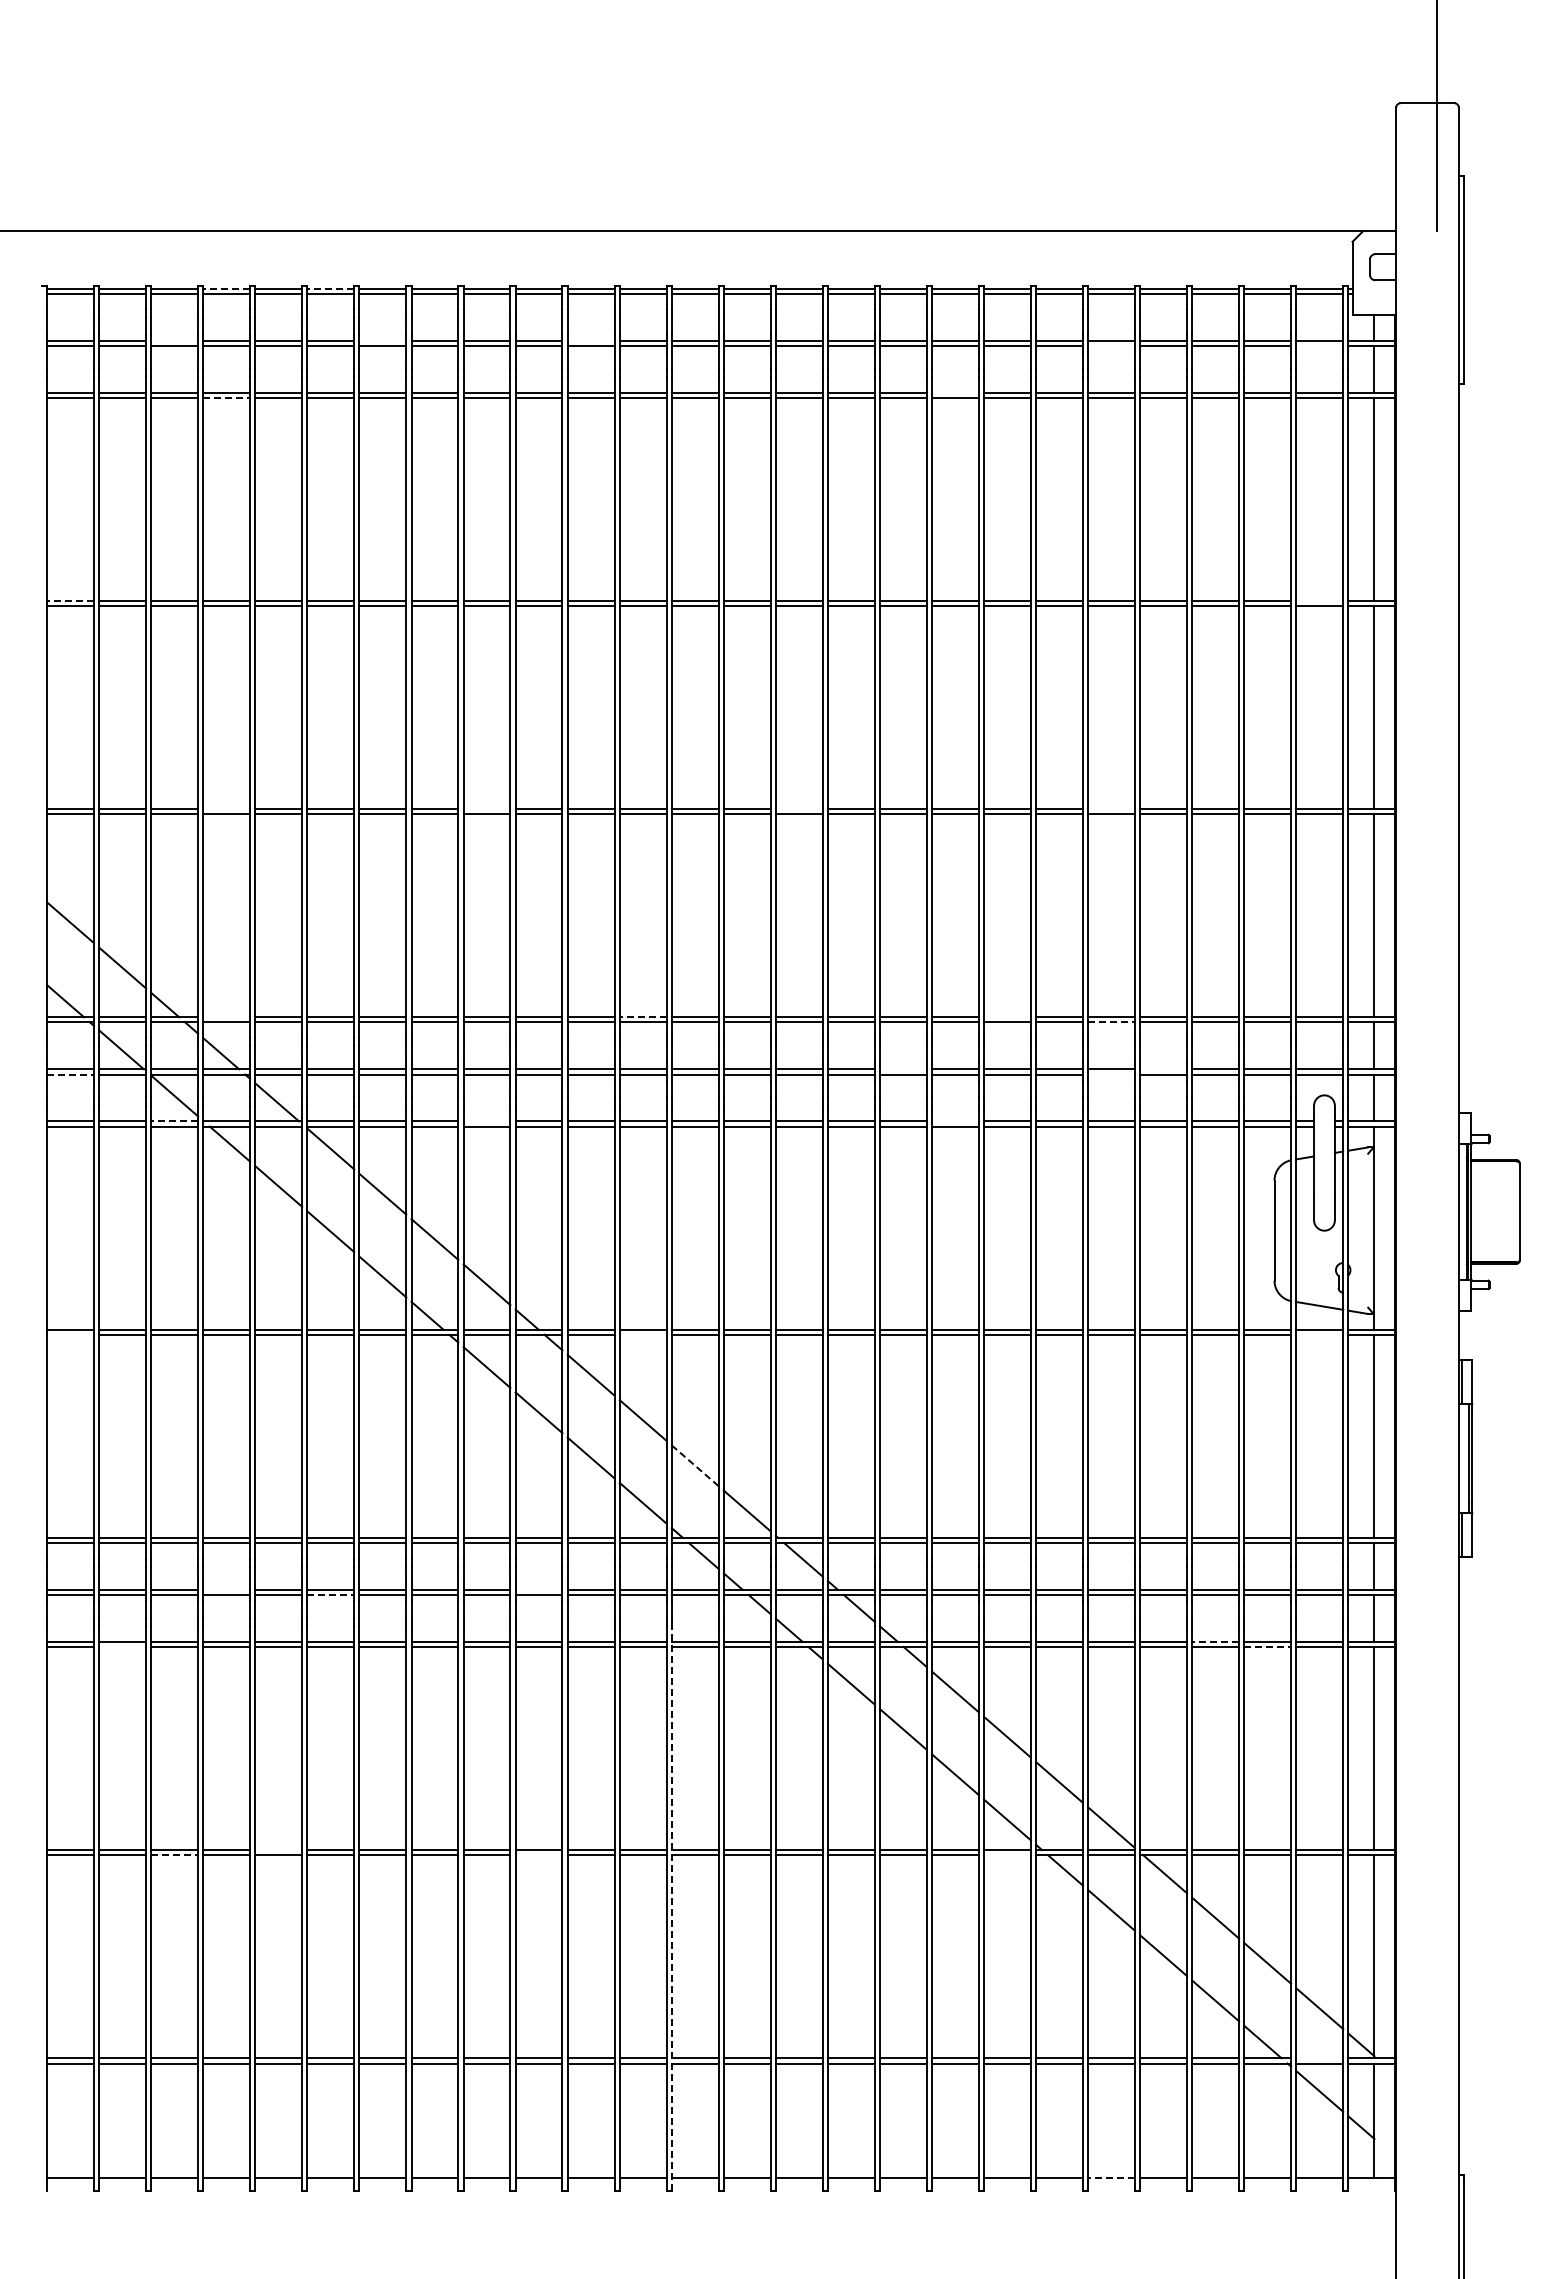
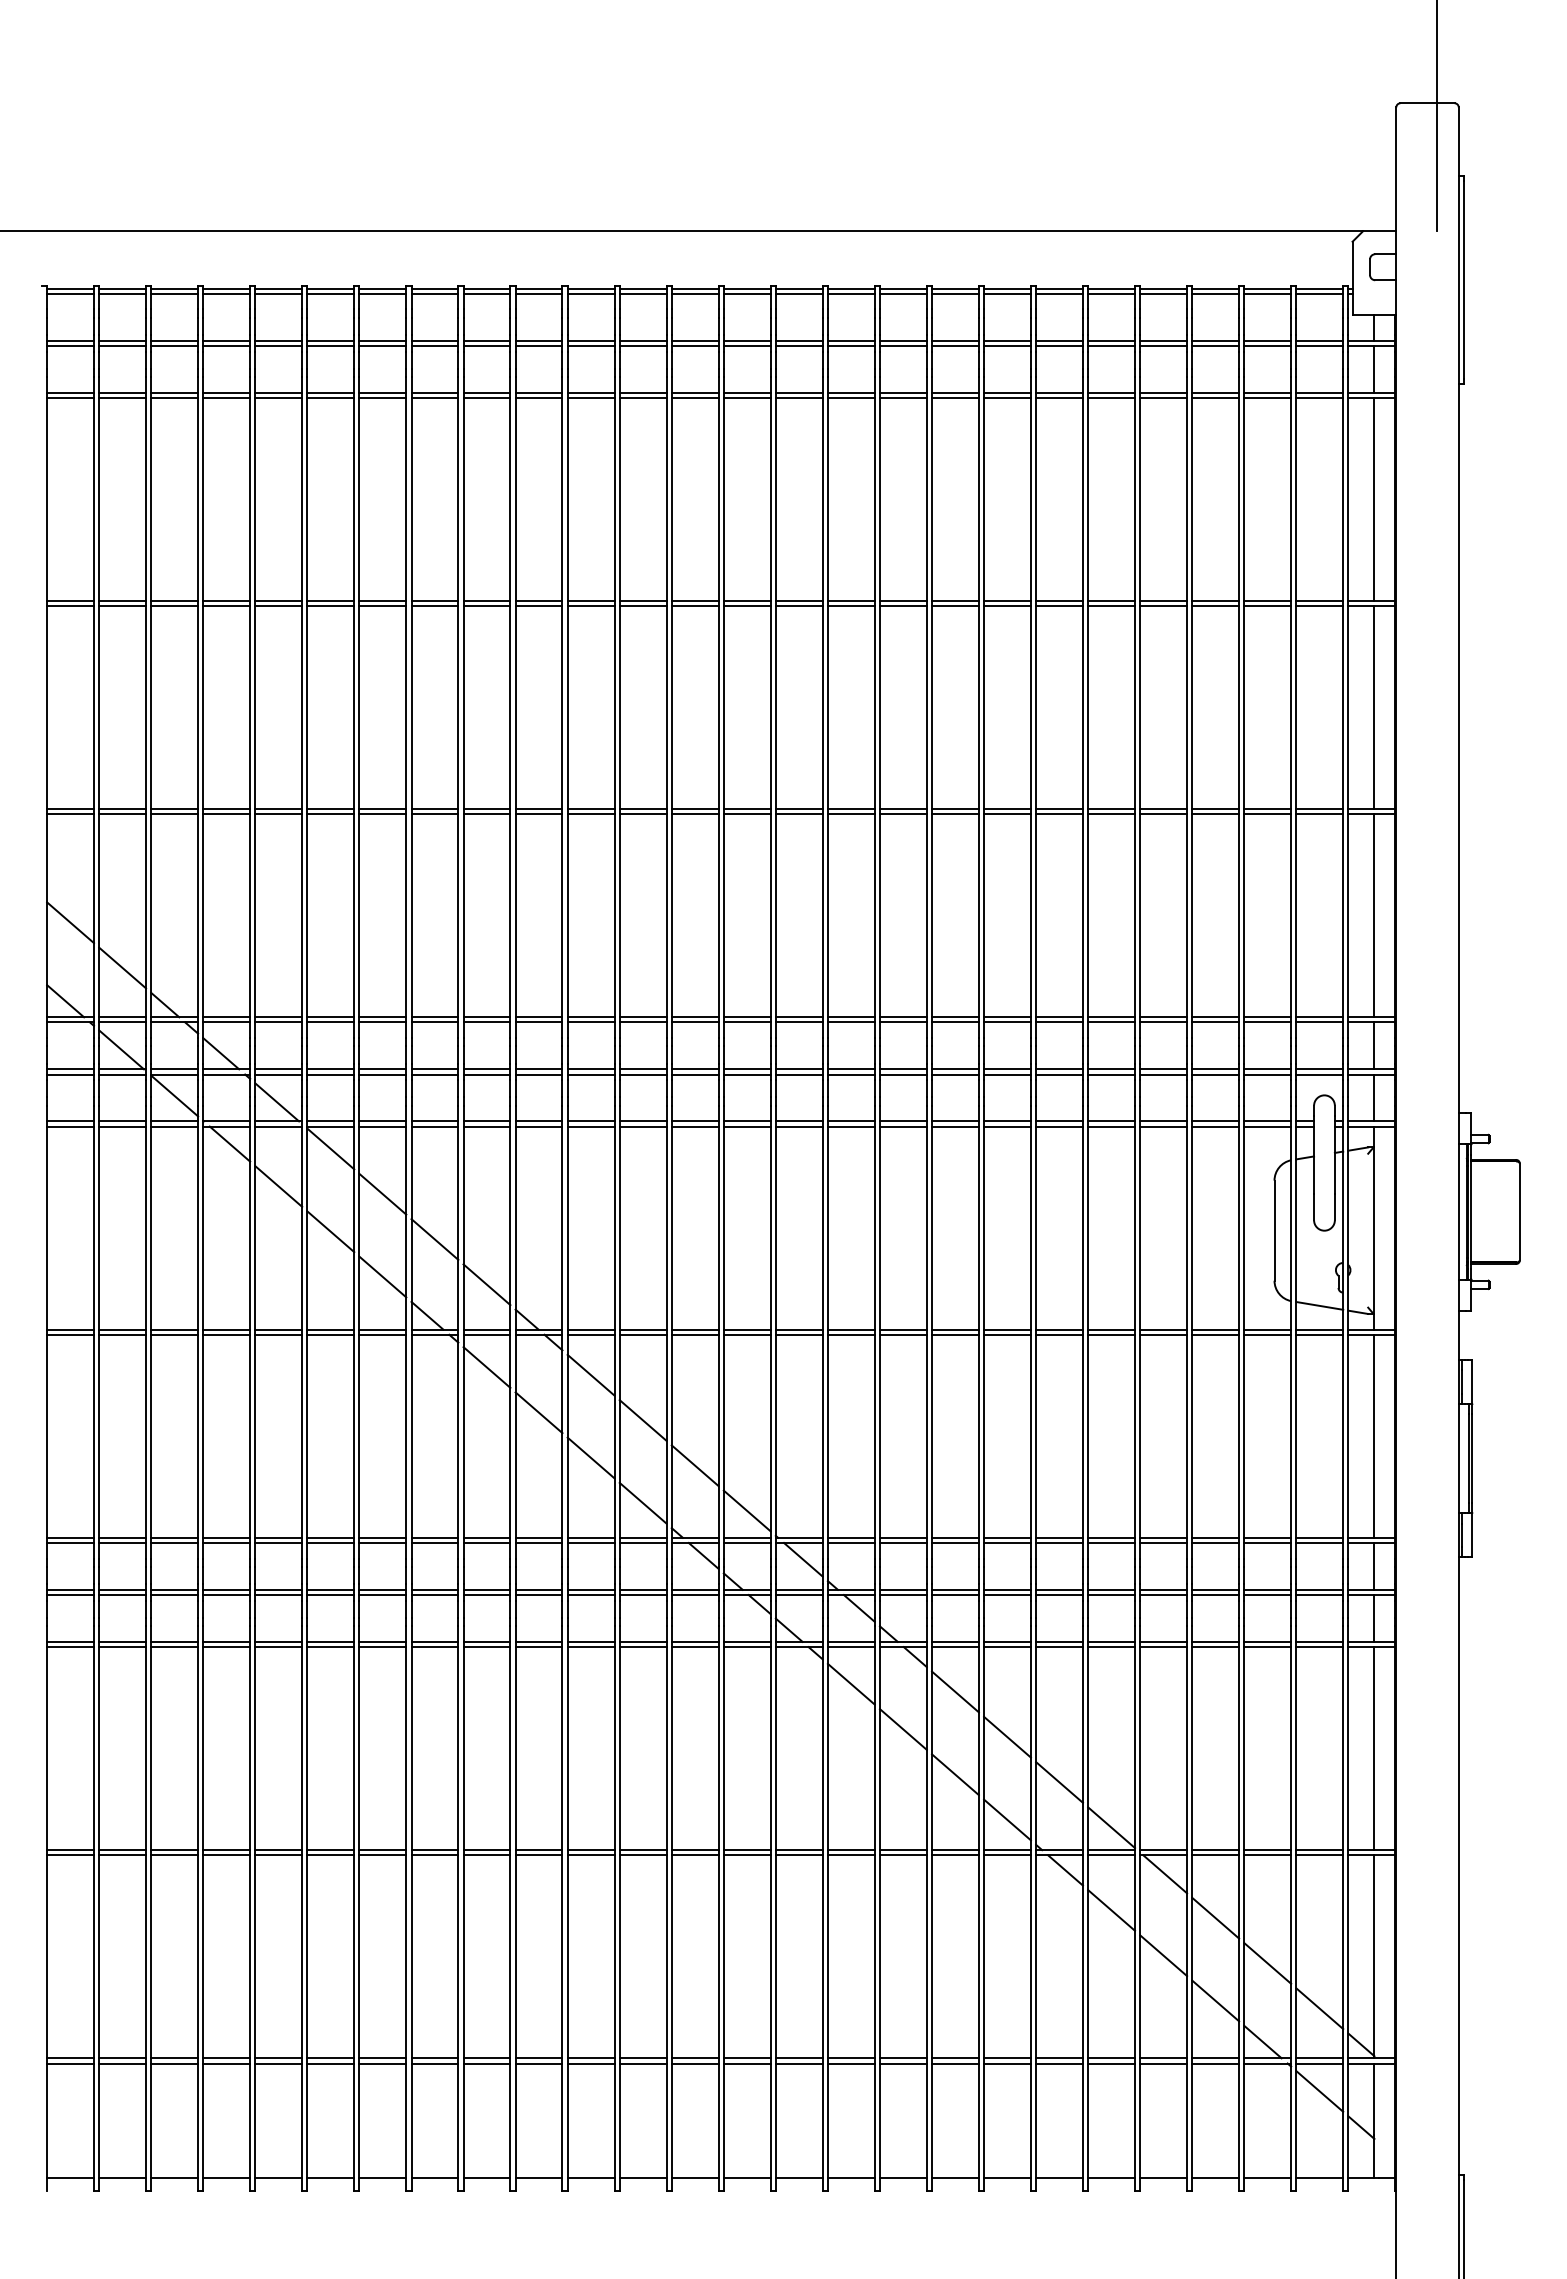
line at (226, 288): dashed -> solid
line at (330, 288): dashed -> solid
line at (174, 340): none -> present
line at (382, 340): none -> present
line at (590, 340): none -> present
line at (1111, 345): none -> present
line at (1319, 345): none -> present
line at (955, 392): none -> present
line at (227, 397): dashed -> solid
line at (70, 600): dashed -> solid
line at (1319, 600): none -> present
line at (226, 809): none -> present
line at (486, 809): none -> present
line at (798, 809): none -> present
line at (1111, 809): none -> present
line at (226, 1017): none -> present
line at (642, 1017): dashed -> solid
line at (1007, 1017): none -> present
line at (1112, 1022): dashed -> solid
line at (902, 1069): none -> present
line at (1163, 1069): none -> present
line at (71, 1074): dashed -> solid
line at (1111, 1074): none -> present
line at (174, 1121): dashed -> solid
line at (486, 1121): none -> present
line at (955, 1121): none -> present
line at (70, 1334): none -> present
line at (642, 1334): none -> present
line at (1319, 1334): none -> present
line at (695, 1466): dashed -> solid
line at (226, 1589): none -> present
line at (538, 1589): none -> present
line at (331, 1595): dashed -> solid
line at (1215, 1641): dashed -> solid
line at (122, 1647): none -> present
line at (1268, 1647): dashed -> solid
line at (278, 1850): none -> present
line at (175, 1855): dashed -> solid
line at (538, 1855): none -> present
line at (1007, 1855): none -> present
line at (671, 1908): dashed -> solid
line at (1319, 2058): none -> present
line at (1111, 2178): dashed -> solid
